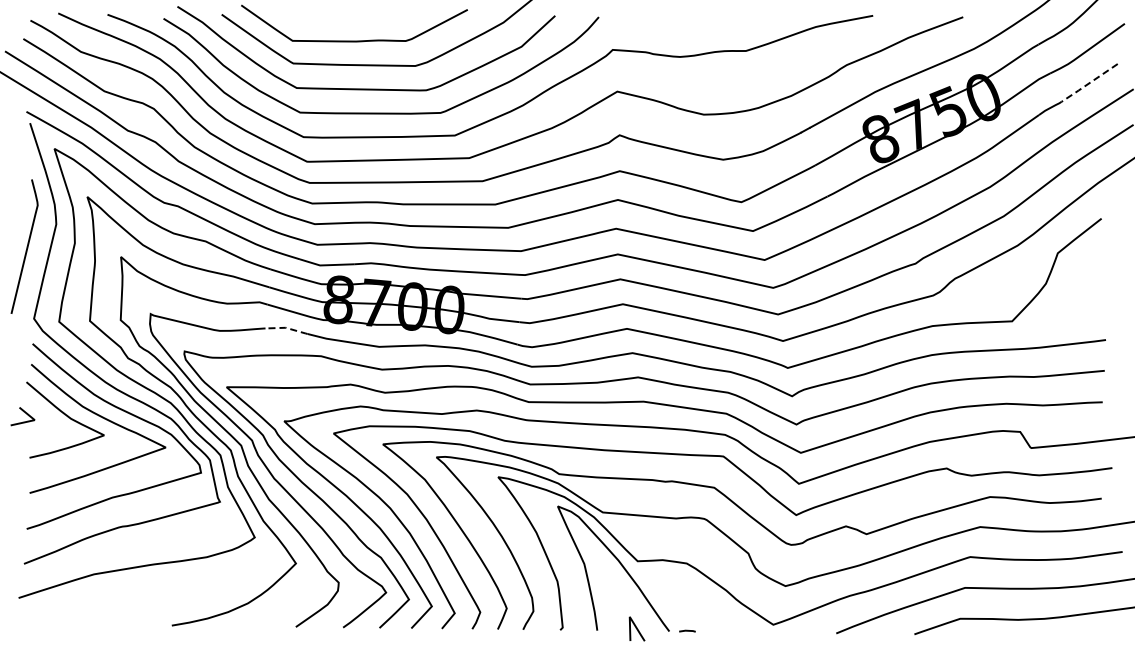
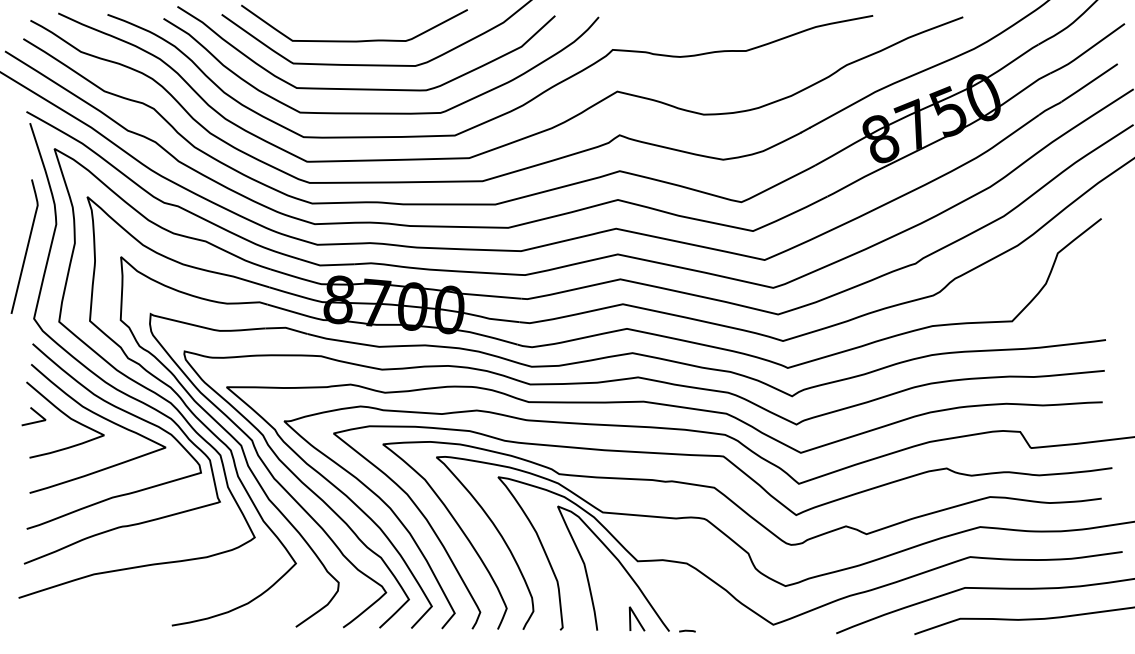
line at (1088, 83): dashed -> solid
line at (286, 328): dashed -> solid
line at (23, 412) position: (23, 412) -> (34, 412)
line at (636, 628) position: (636, 628) -> (636, 618)
